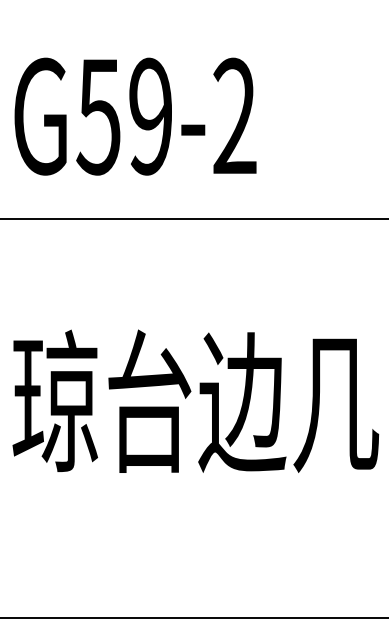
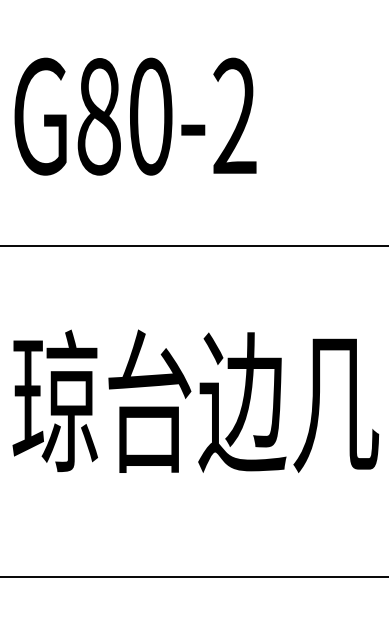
text at (124, 116): G59-2 -> G80-2
line at (193, 219) position: (193, 219) -> (193, 246)
line at (193, 618) position: (193, 618) -> (193, 577)
